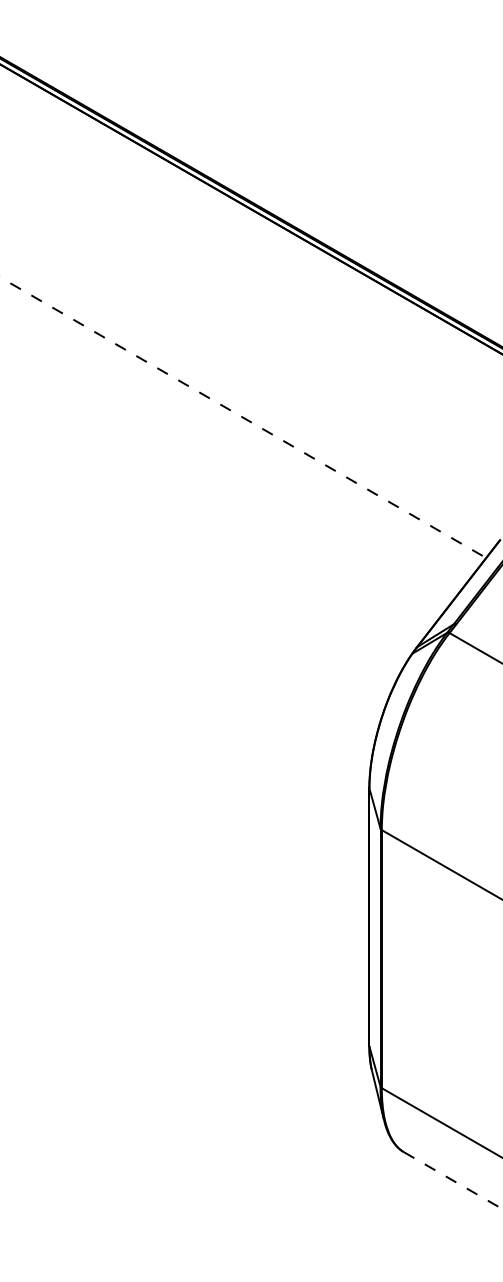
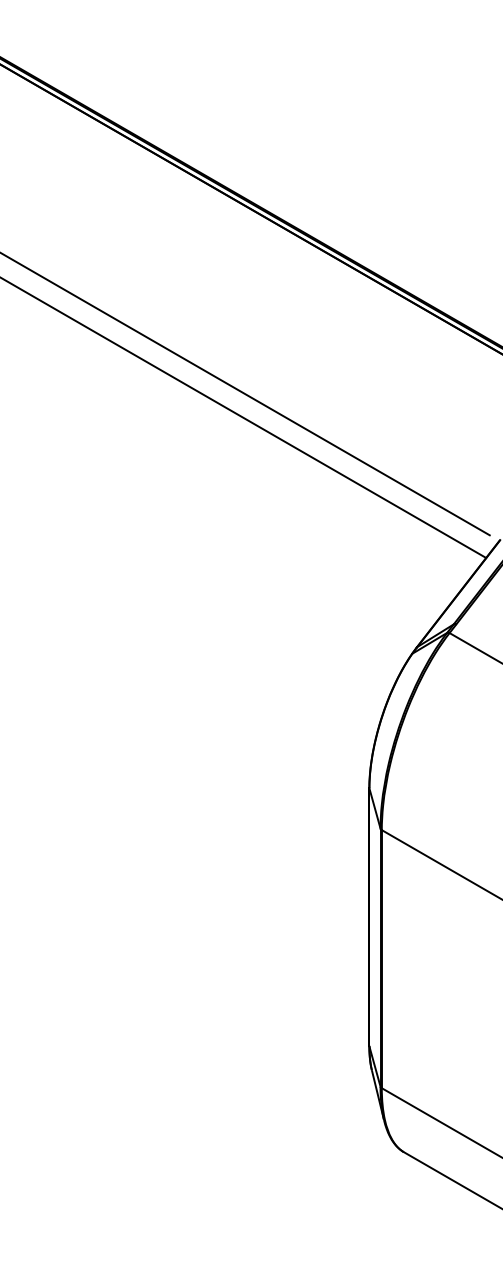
line at (245, 394): none -> present
line at (243, 418): dashed -> solid
line at (453, 1180): dashed -> solid
